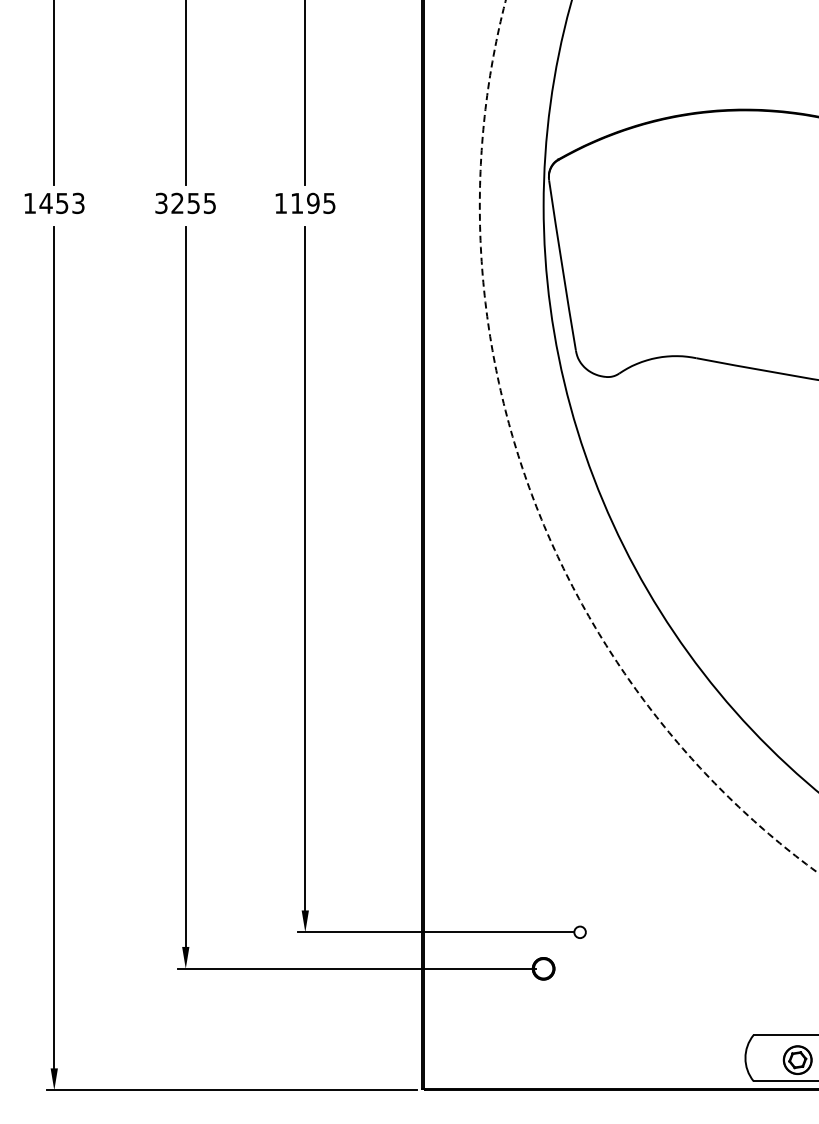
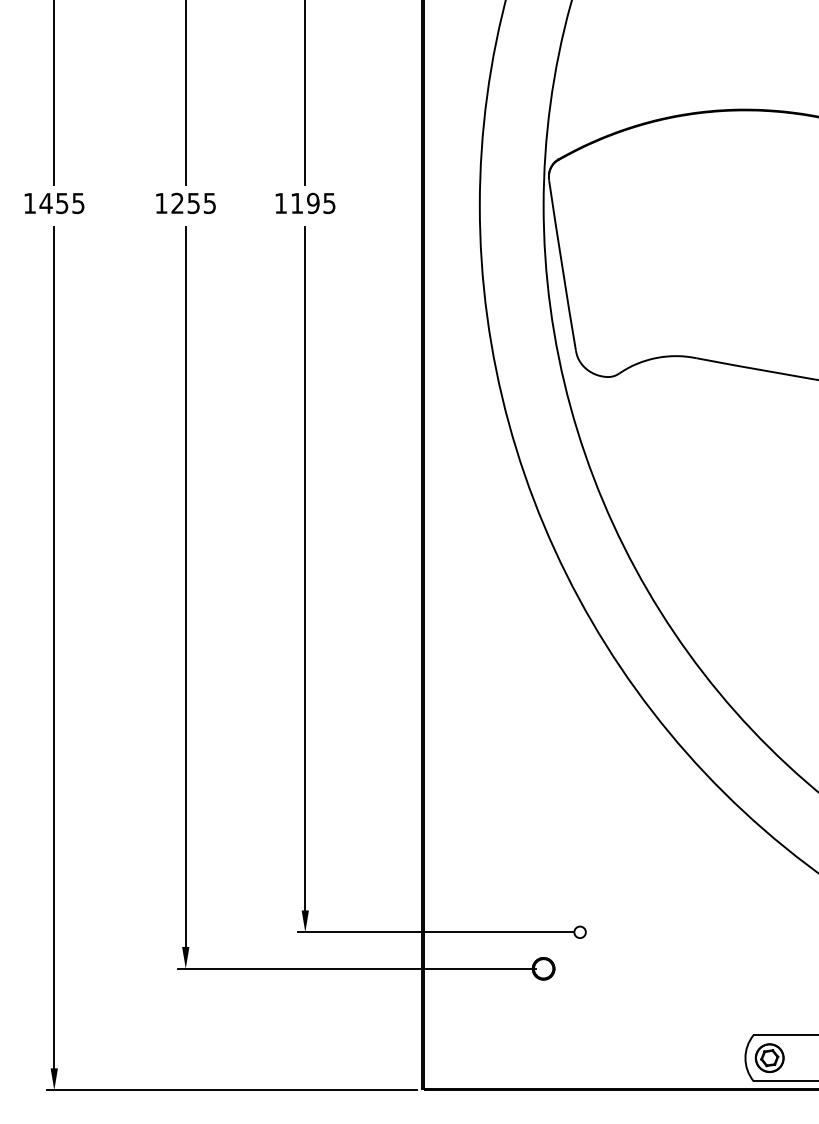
text at (78, 202): 1453 -> 1455
text at (161, 203): 3255 -> 1255
arc at (528, 484): dashed -> solid
part at (797, 1059) position: (797, 1059) -> (769, 1057)
